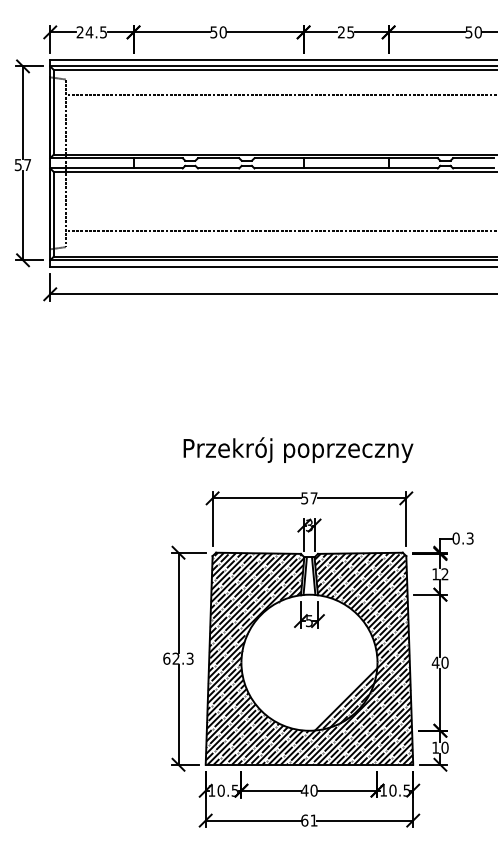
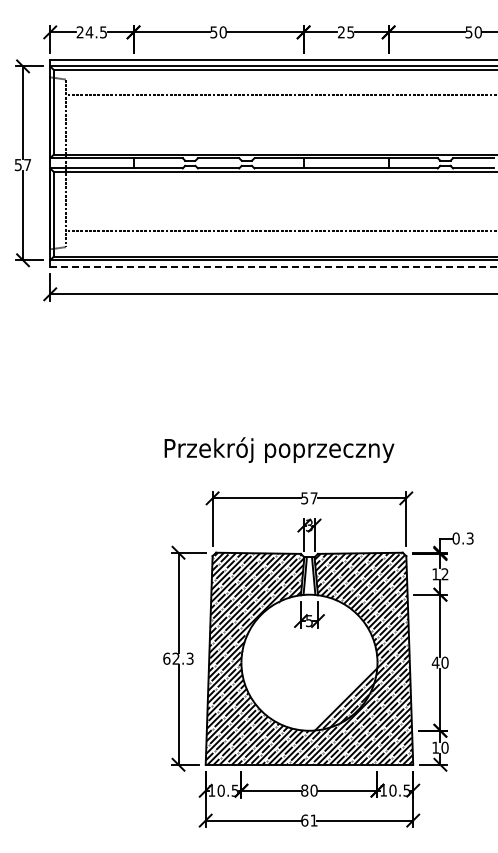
line at (274, 267): solid -> dashed
text at (298, 449) position: (298, 449) -> (279, 449)
text at (304, 790): 40 -> 80
